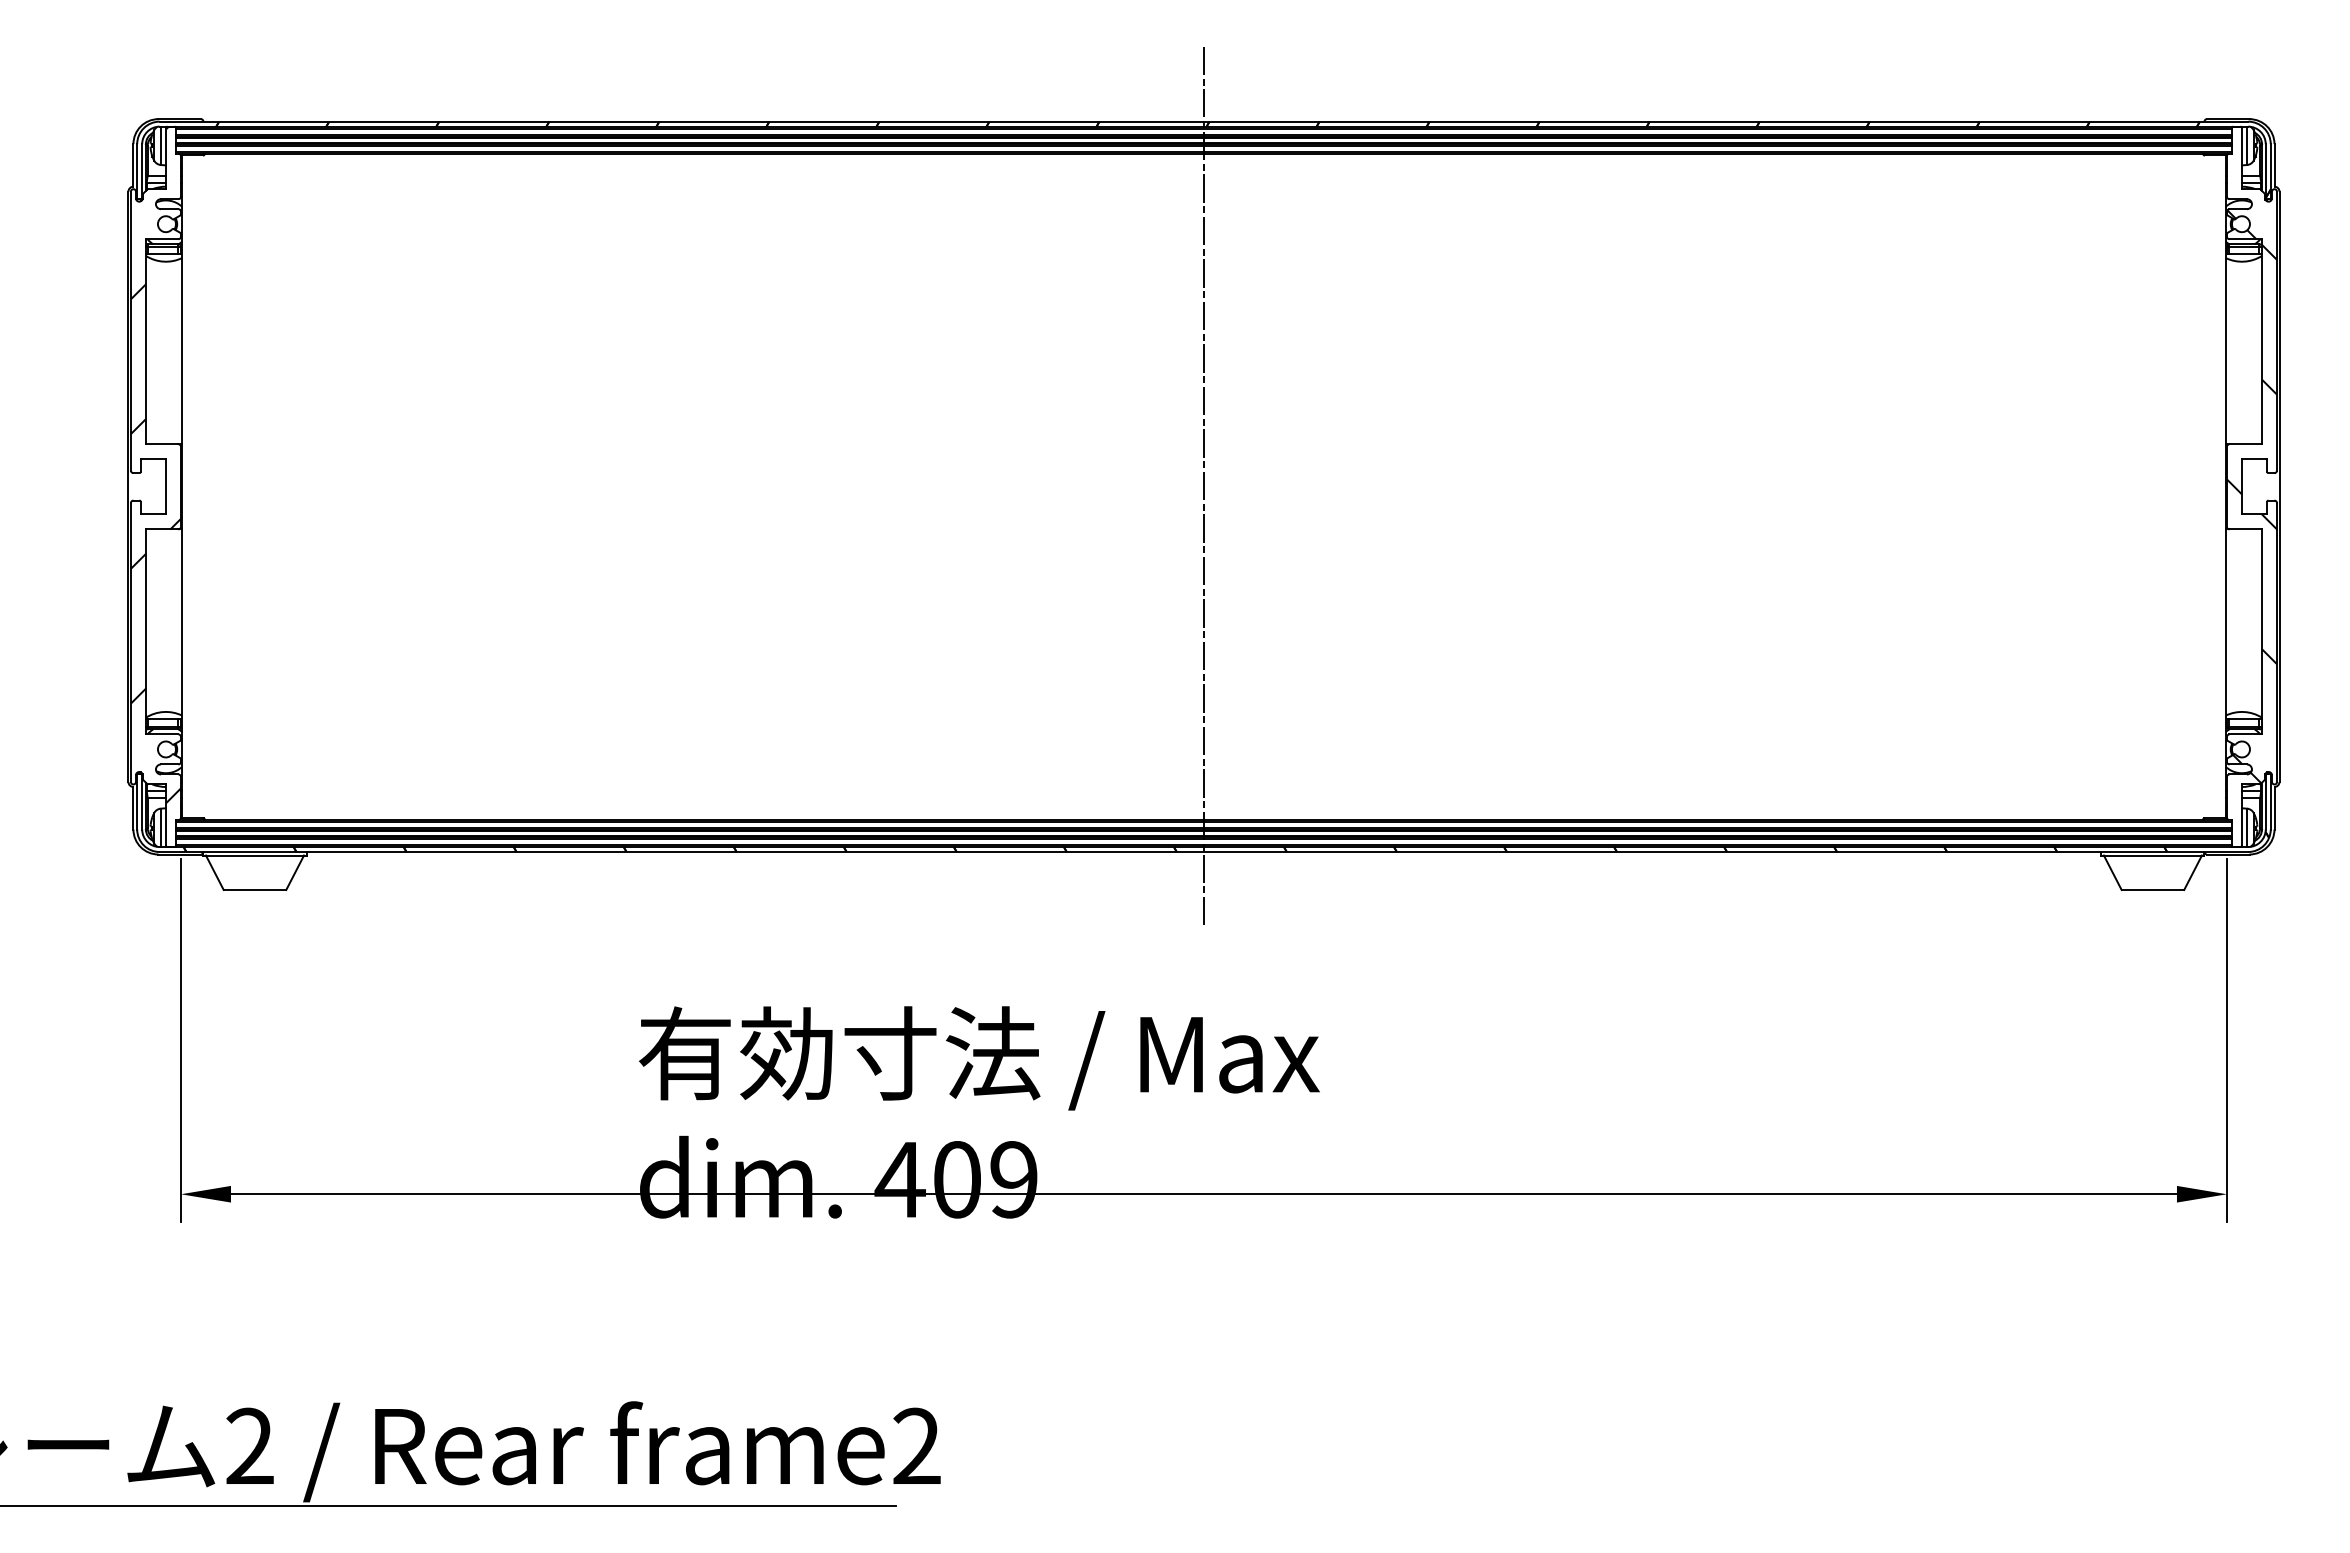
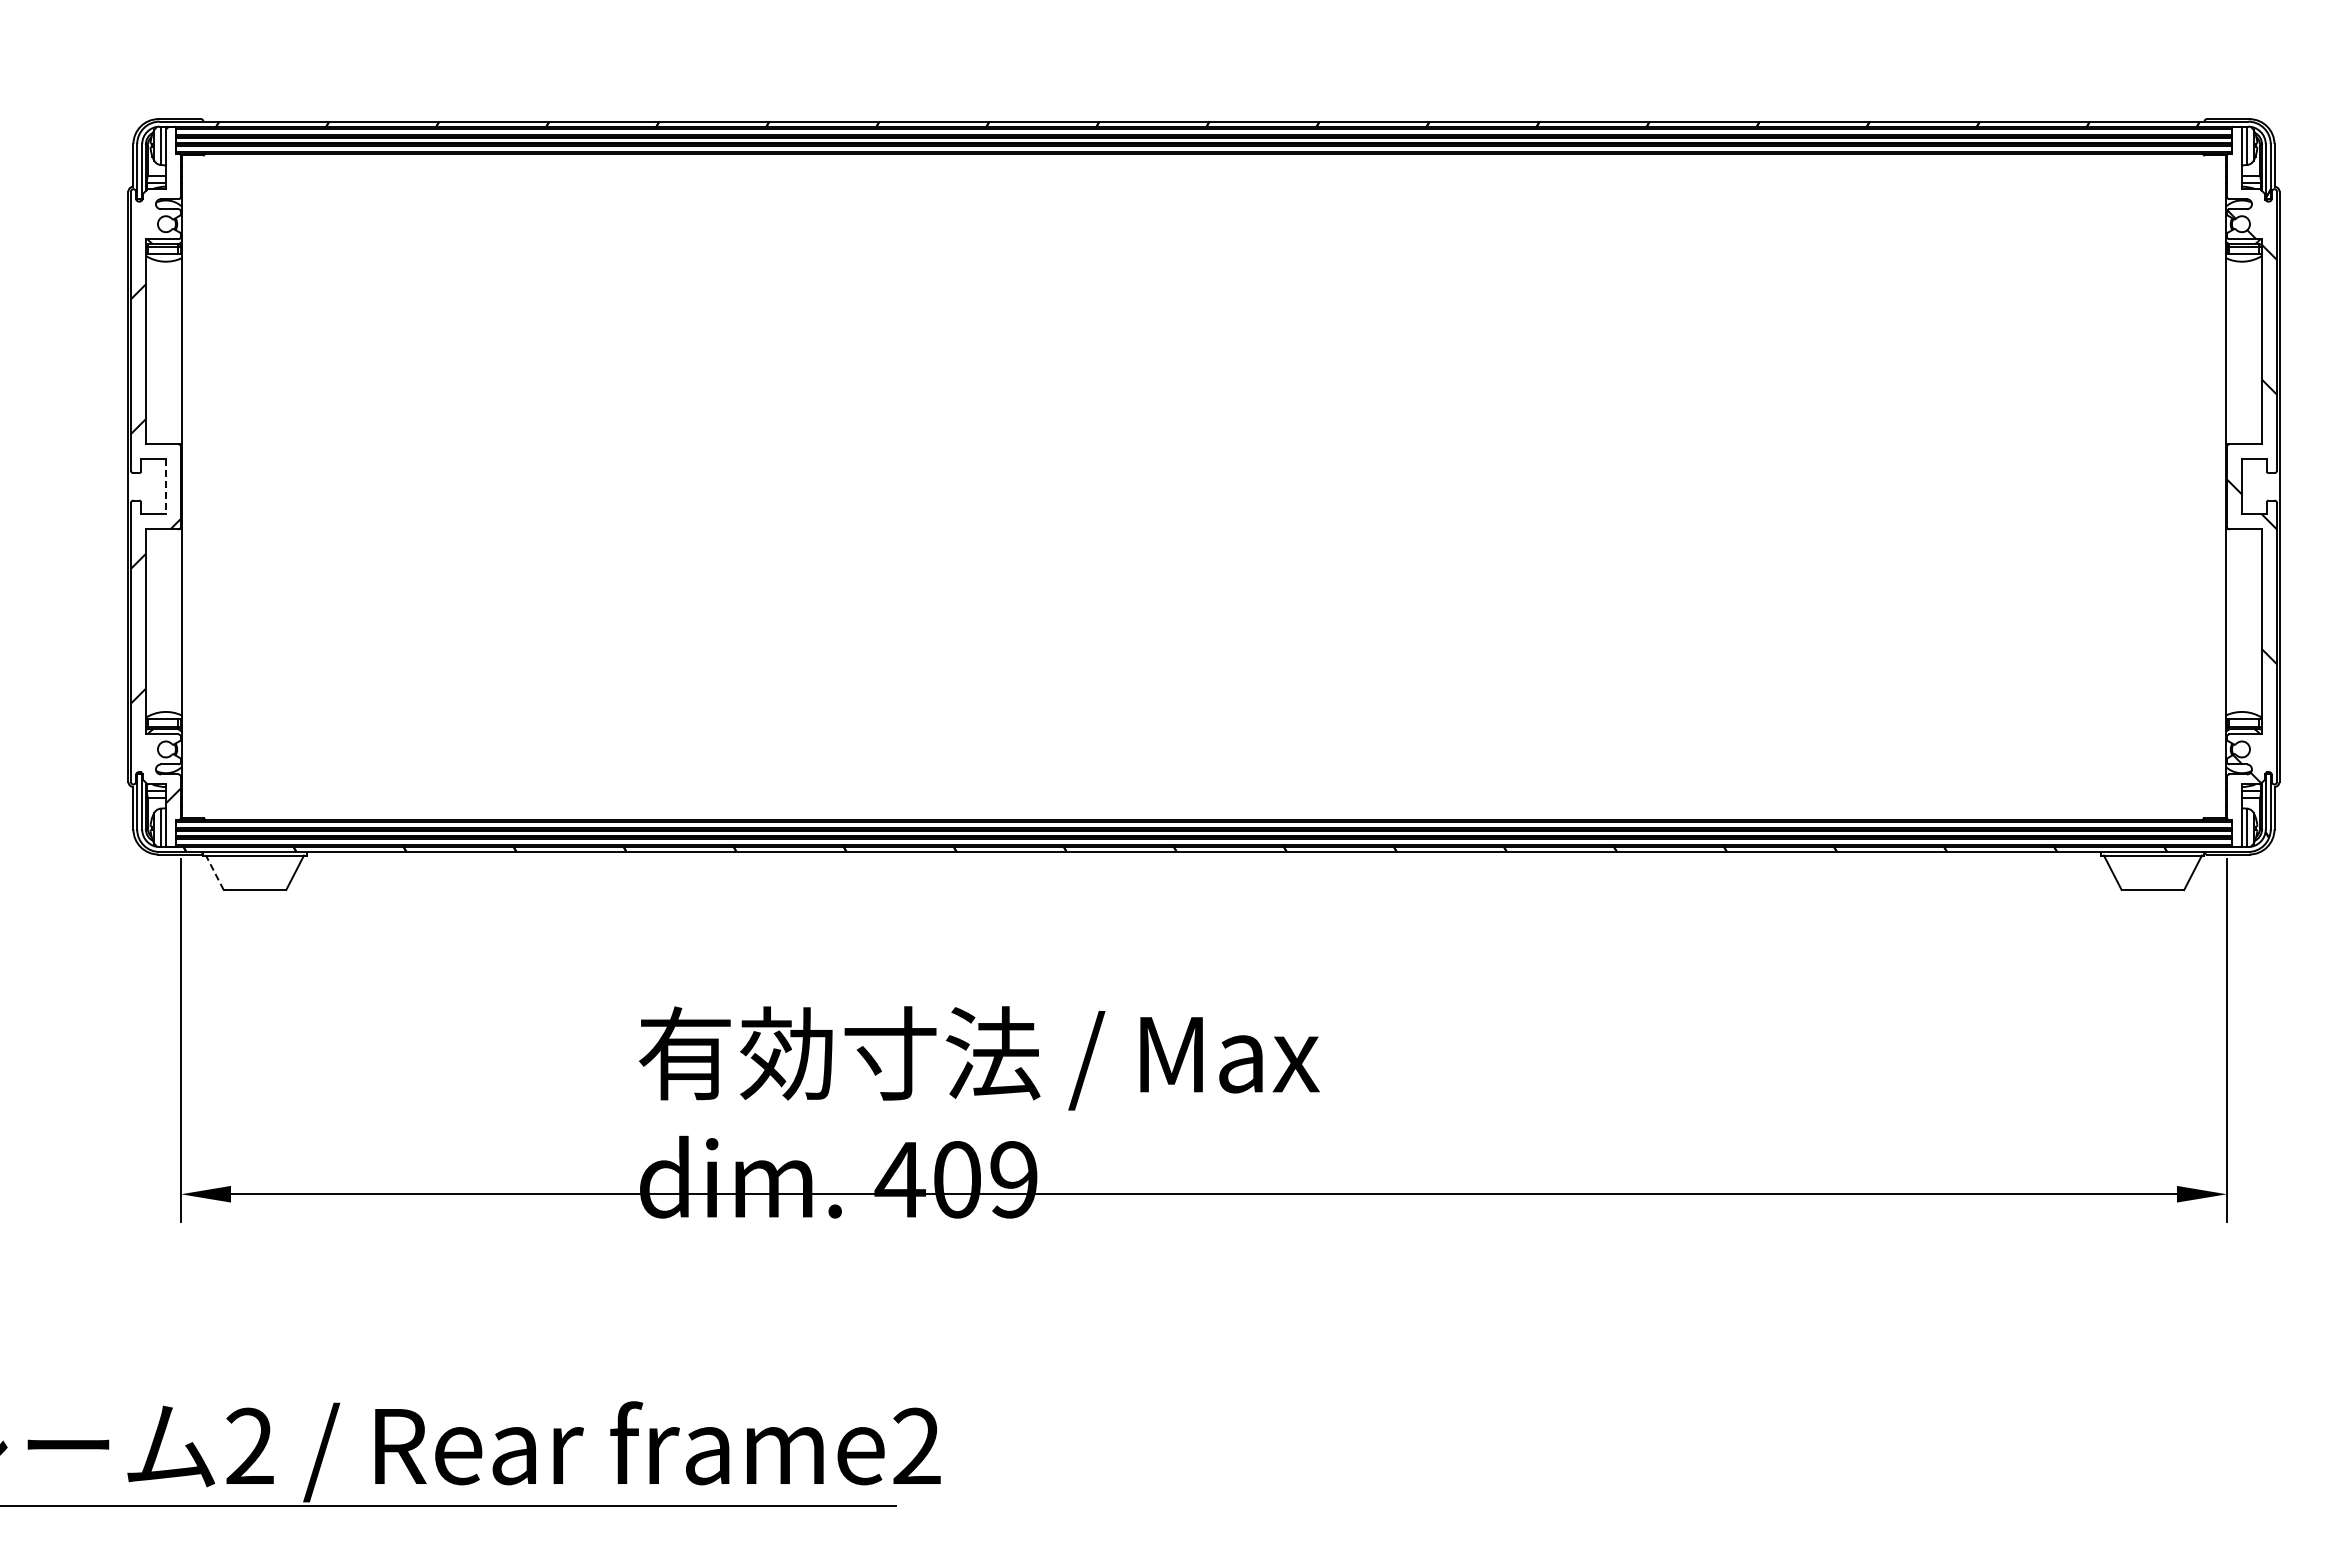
line at (165, 486): solid -> dashed
line at (1203, 486): present -> none
line at (214, 872): solid -> dashed
